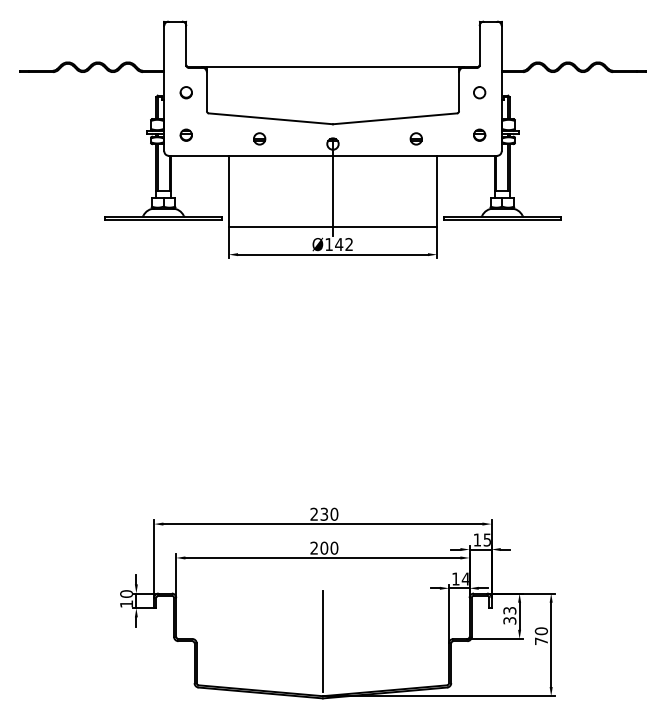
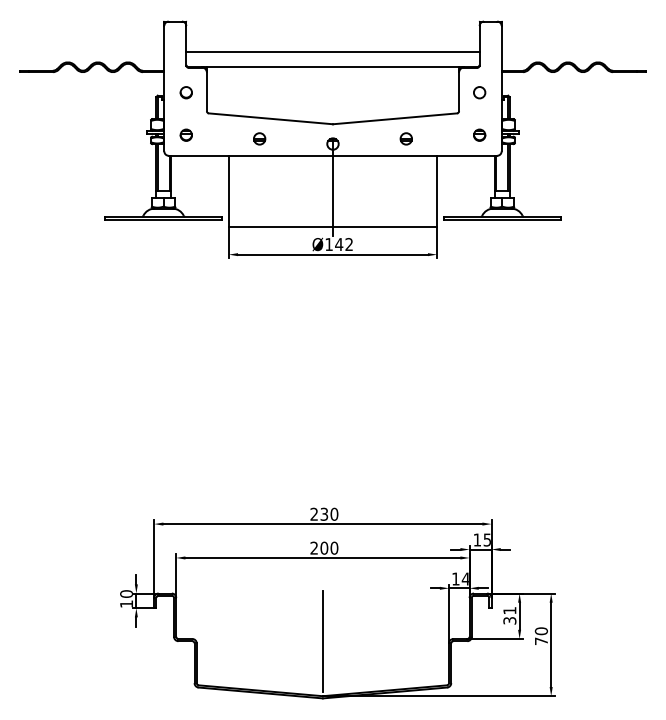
line at (332, 52): none -> present
part at (415, 138) position: (415, 138) -> (405, 138)
text at (509, 610): 33 -> 31
